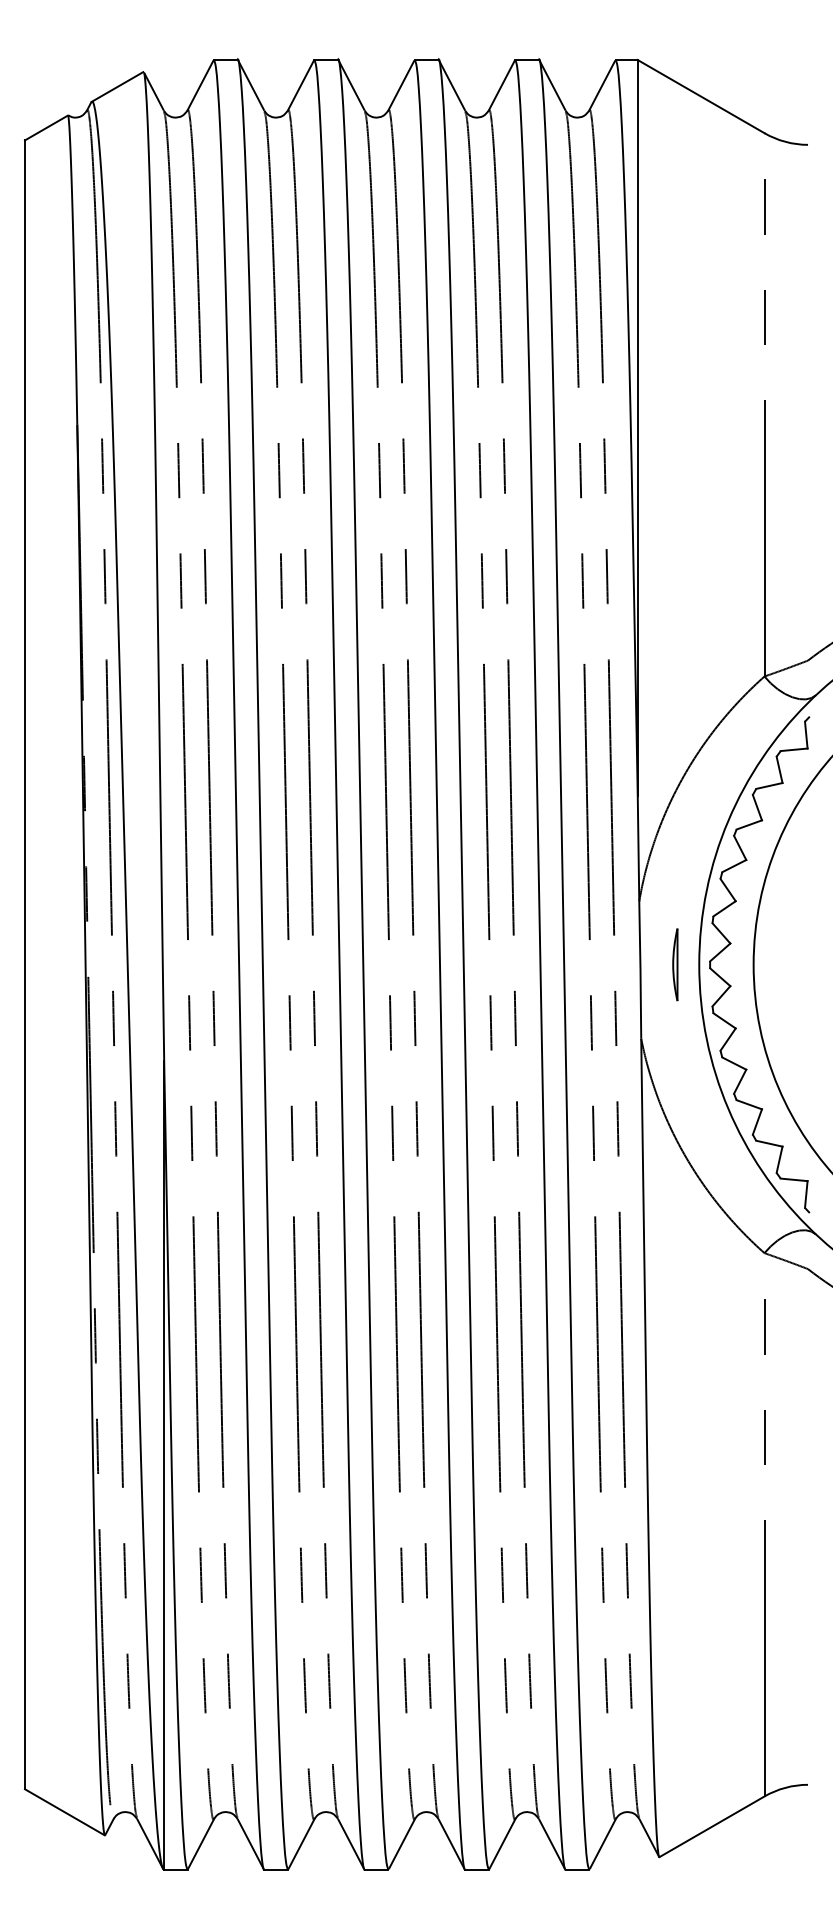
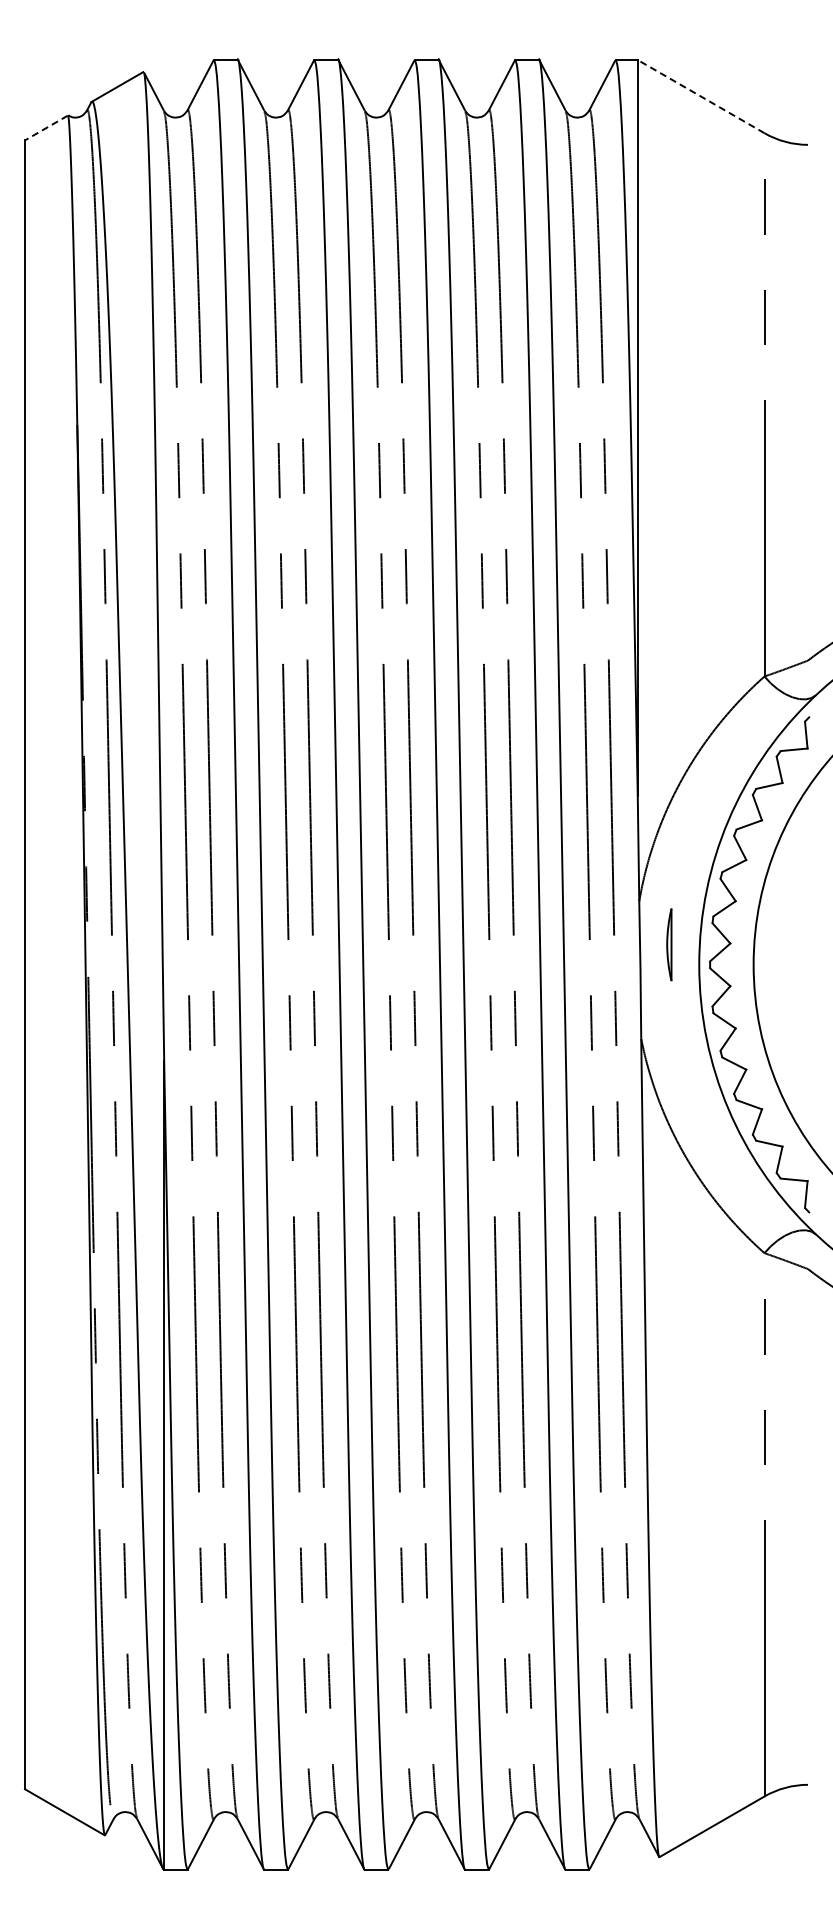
line at (700, 96): solid -> dashed
line at (46, 128): solid -> dashed
part at (675, 964) position: (675, 964) -> (669, 944)
